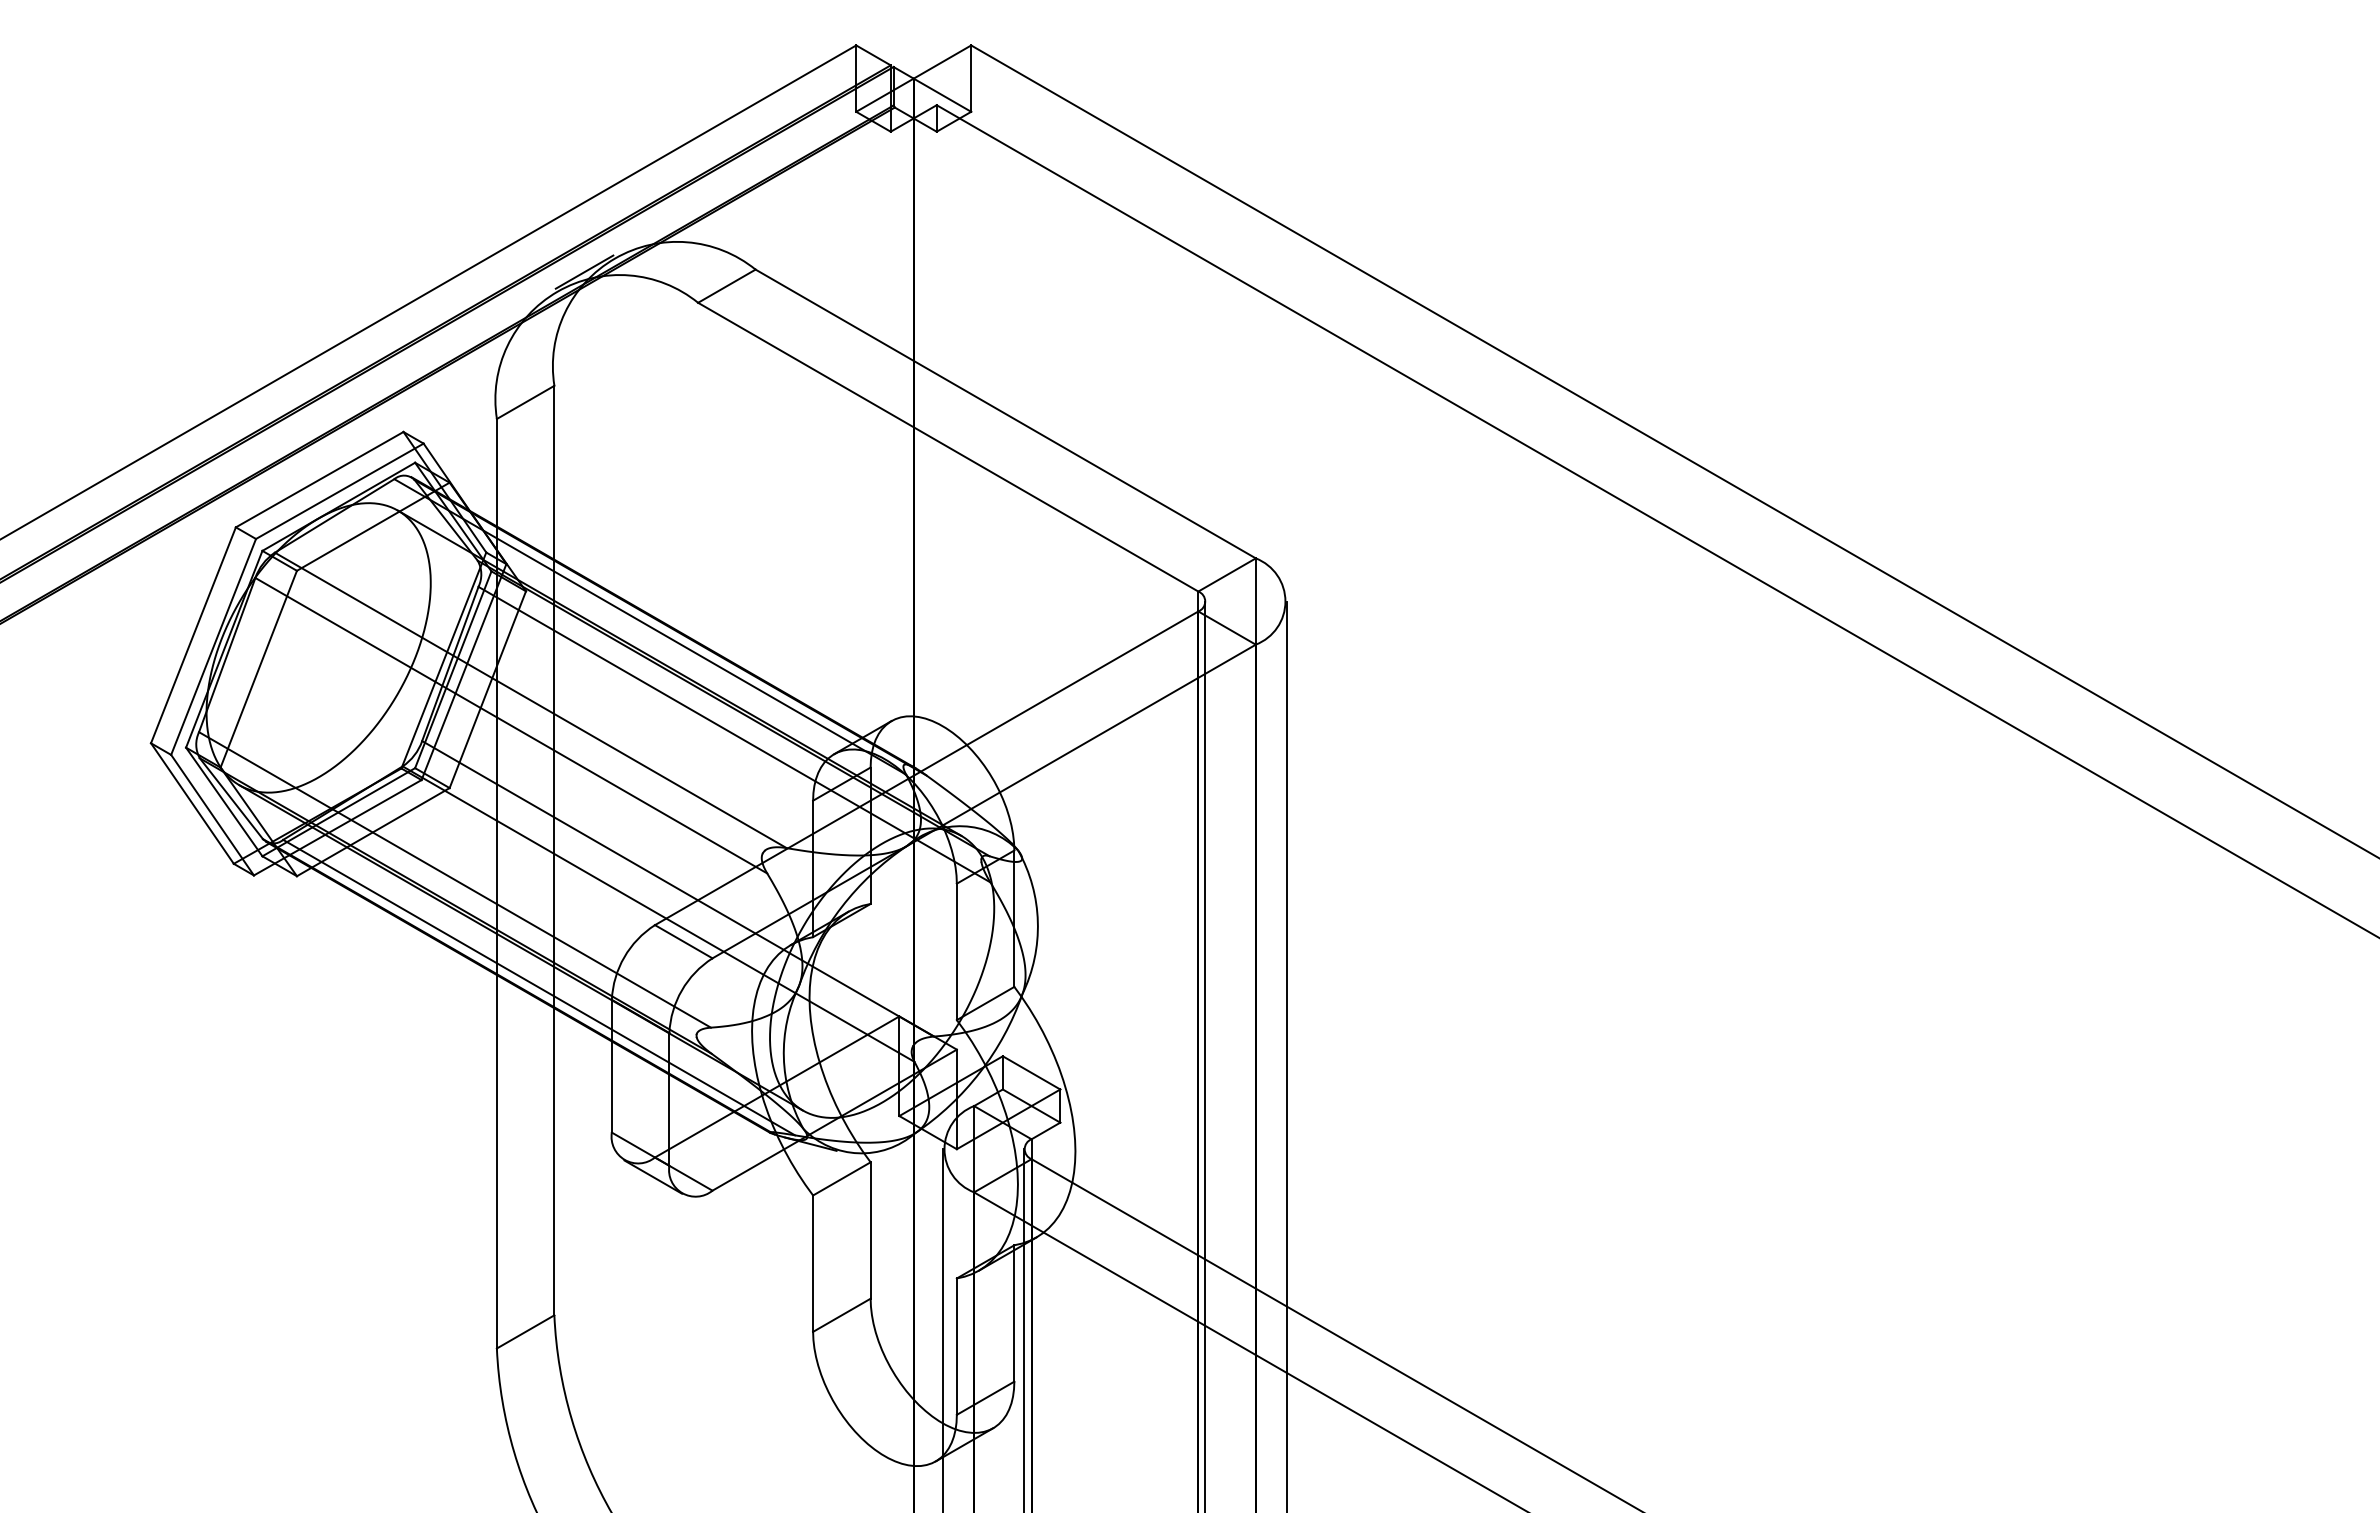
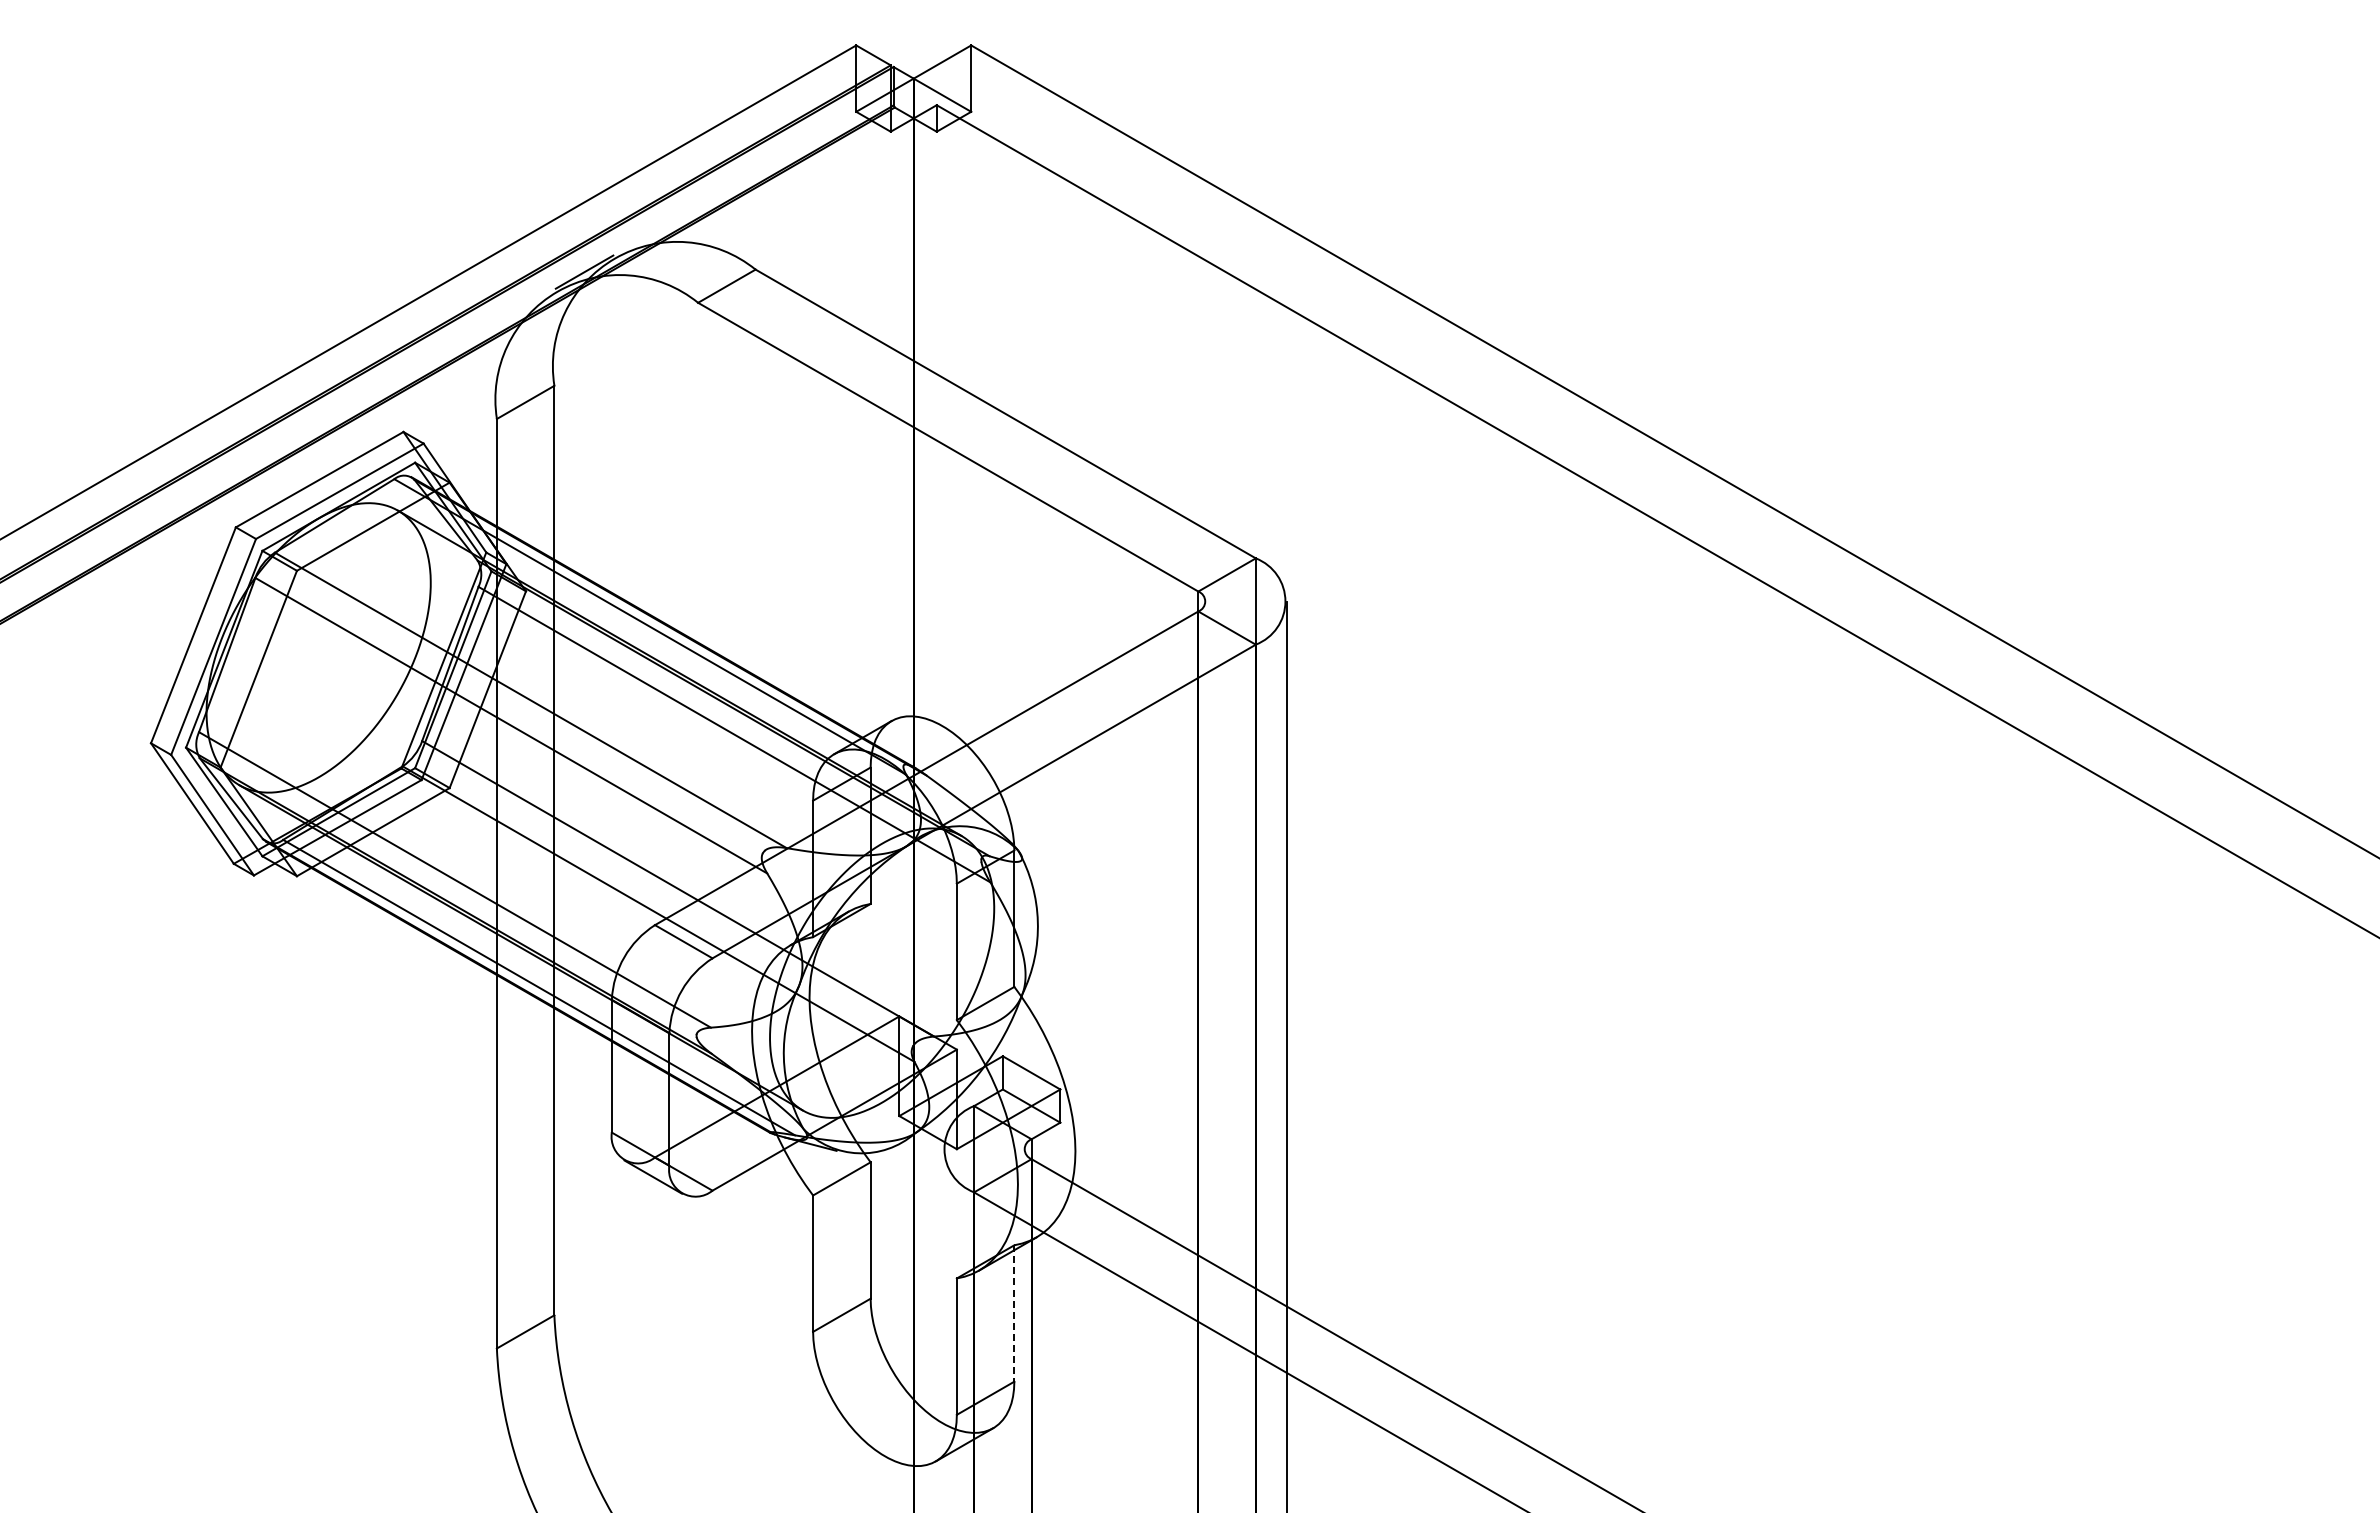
line at (1205, 1055): present -> none
line at (1014, 1313): solid -> dashed
line at (943, 1329): present -> none
line at (1024, 1329): present -> none
